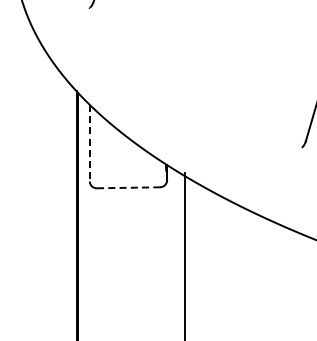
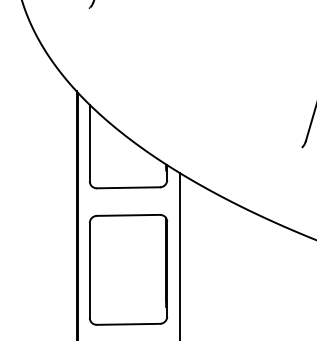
line at (89, 143): dashed -> solid
line at (129, 187): dashed -> solid
line at (185, 255) position: (185, 255) -> (180, 255)
part at (128, 269): none -> present
